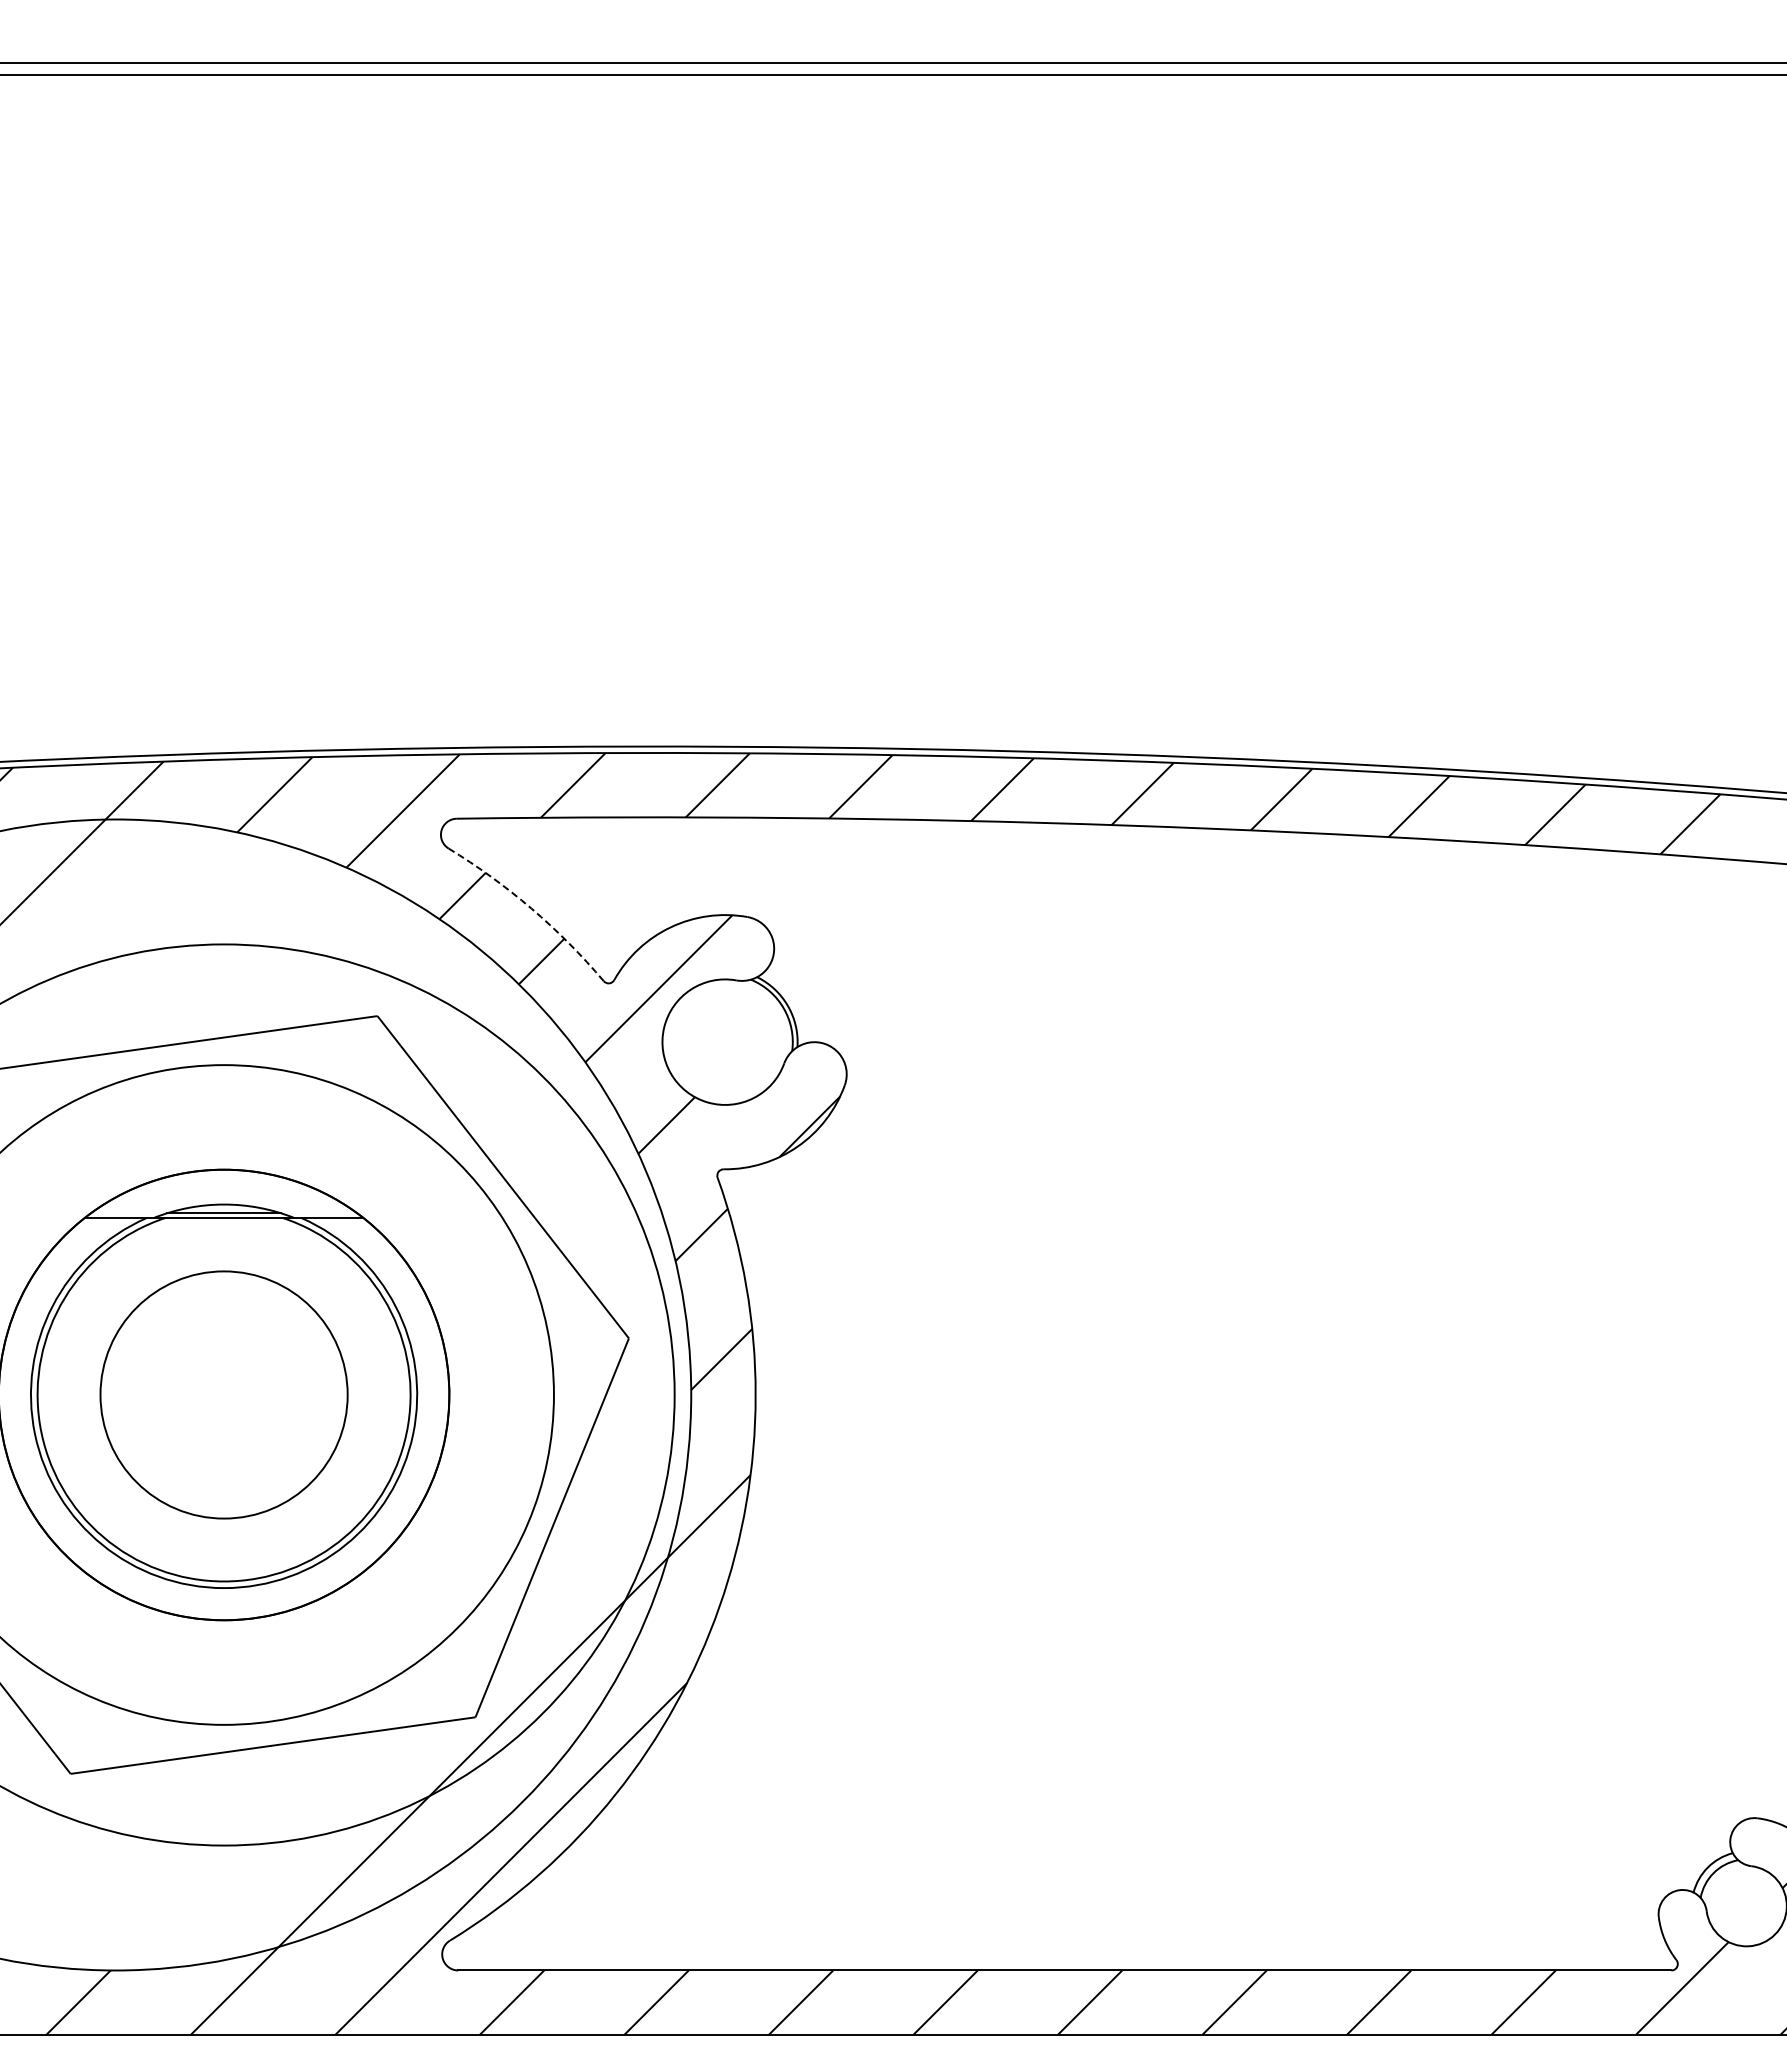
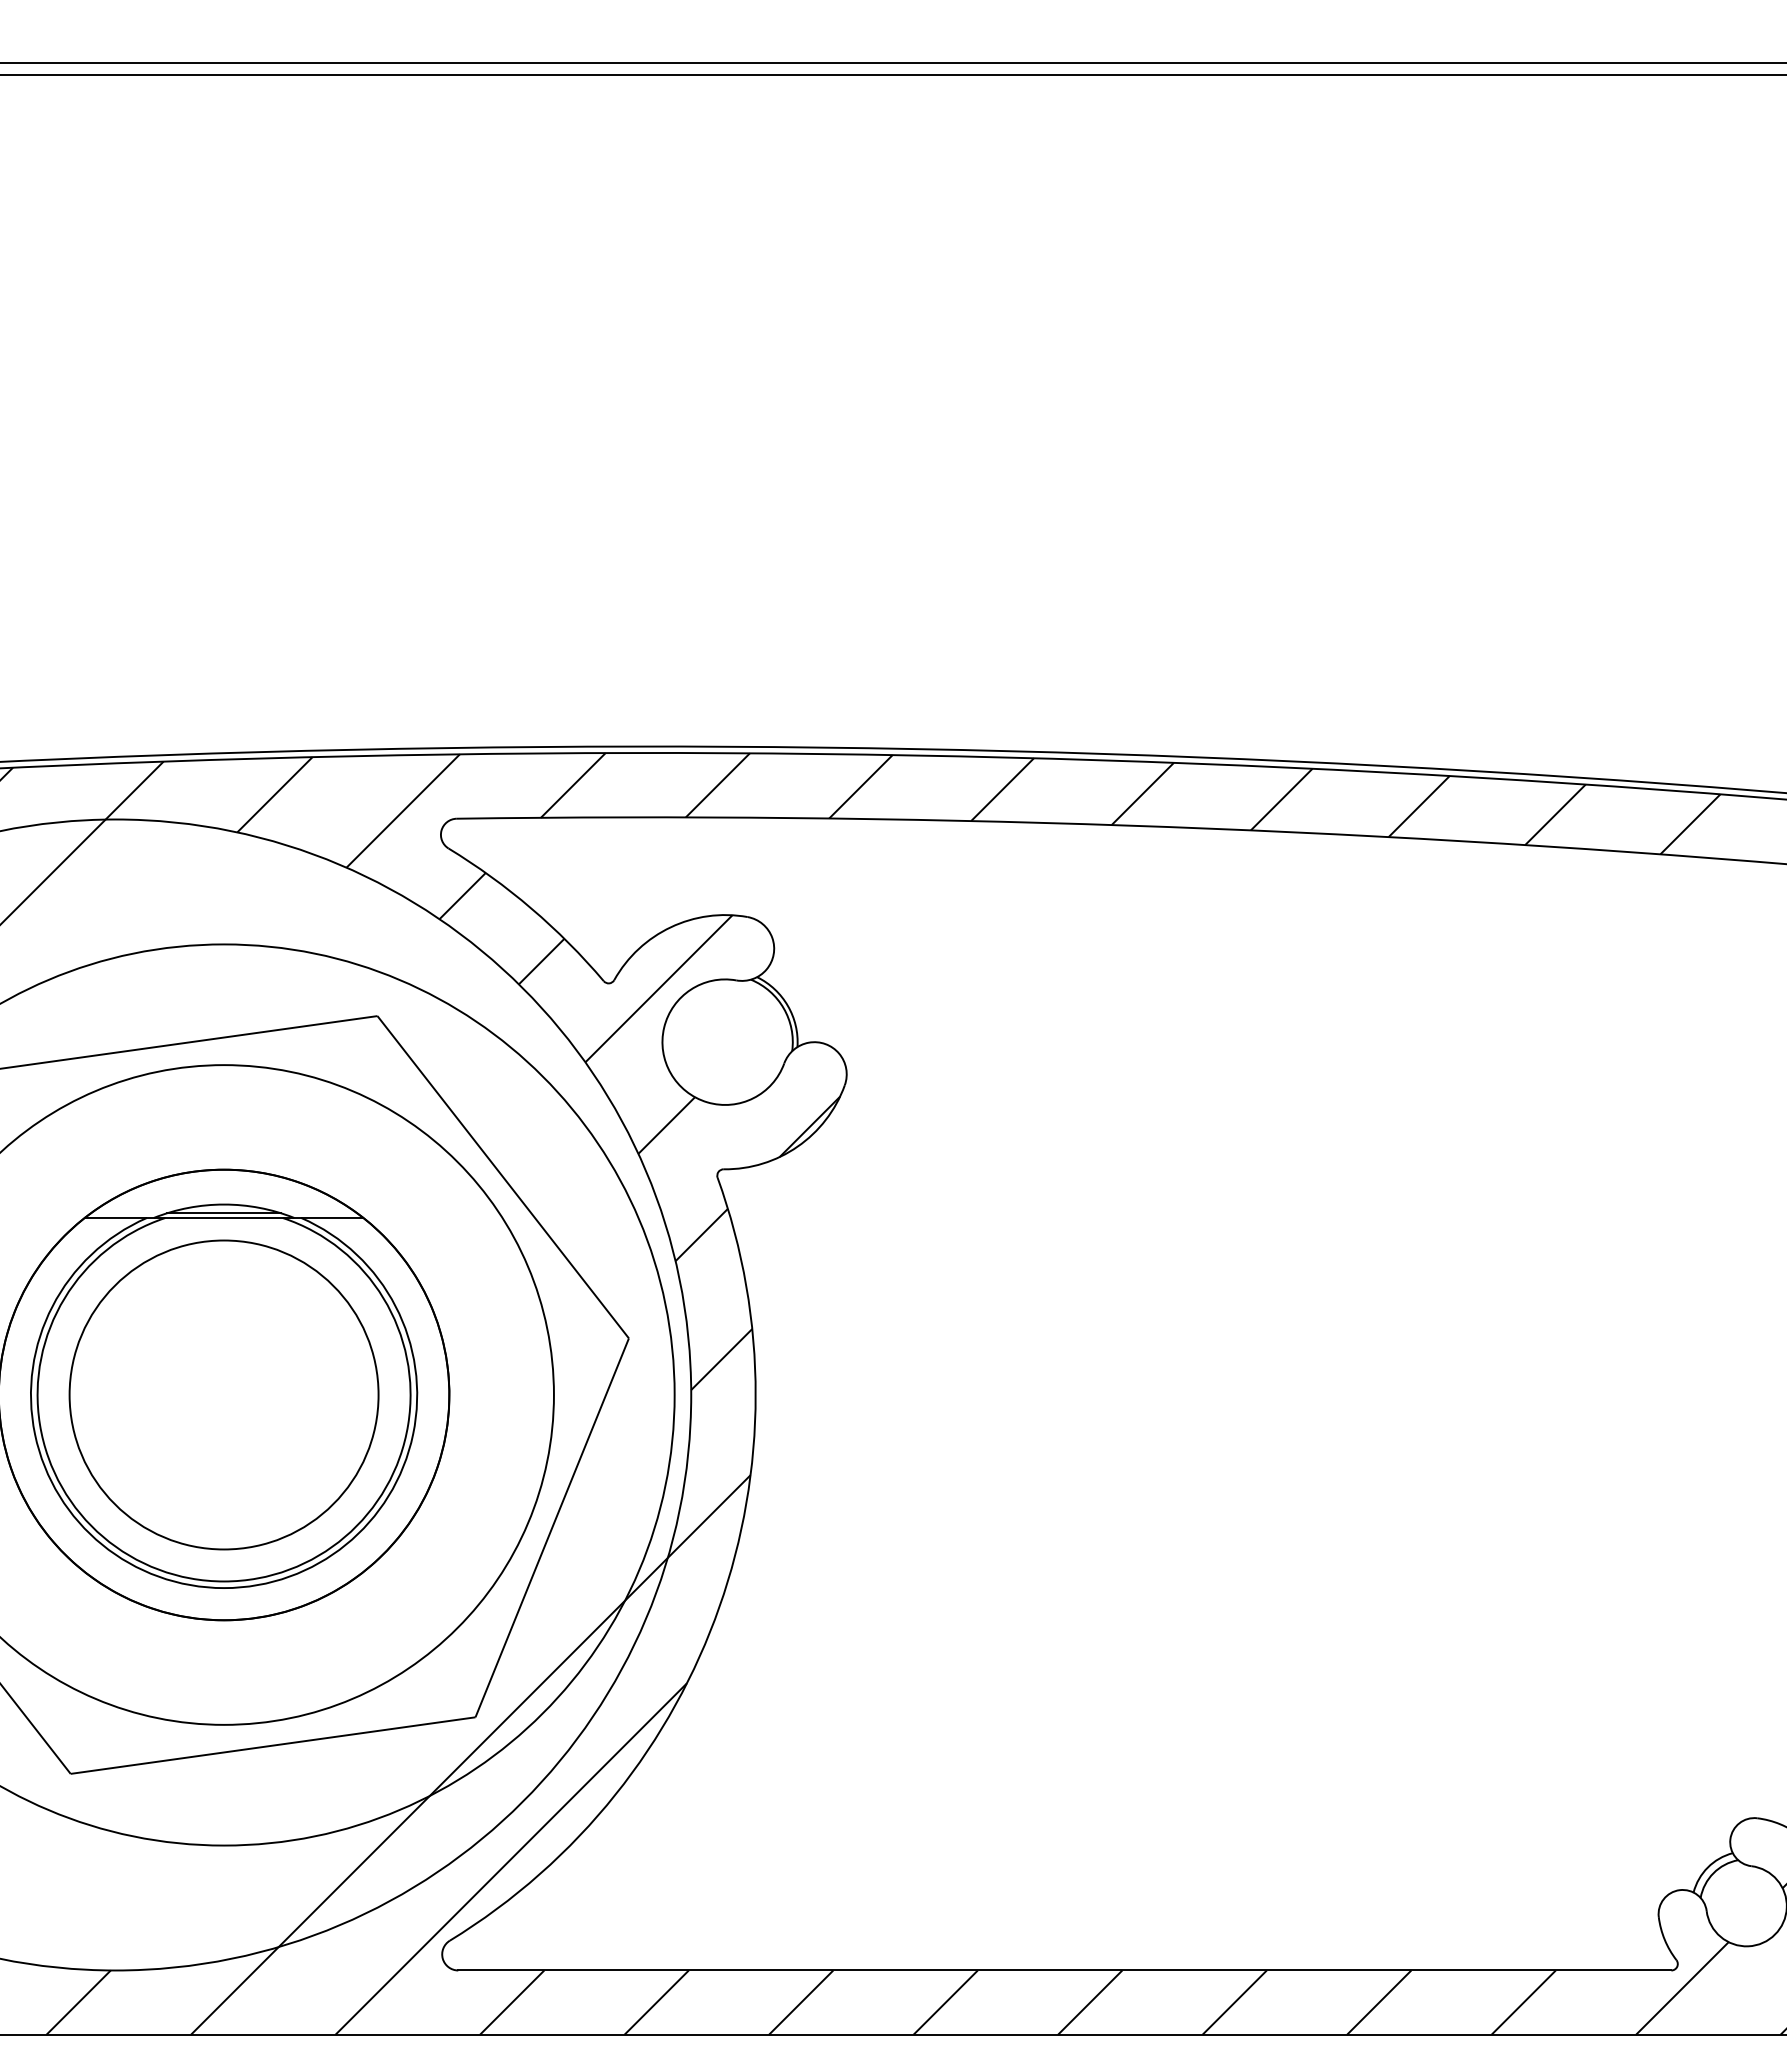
arc at (531, 908): dashed -> solid
circle at (223, 1394) diameter: 247 px -> 309 px
